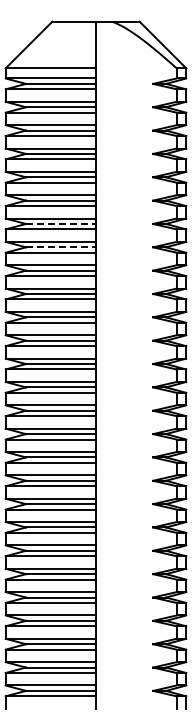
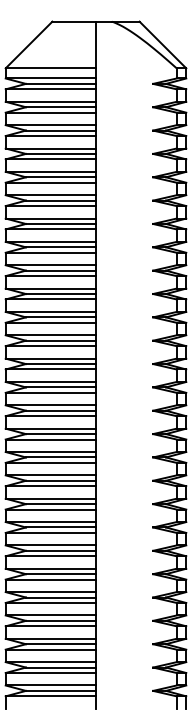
line at (61, 223): dashed -> solid
line at (61, 247): dashed -> solid
